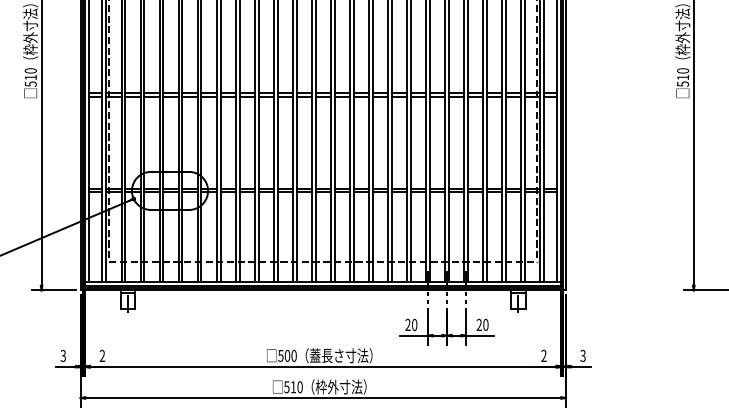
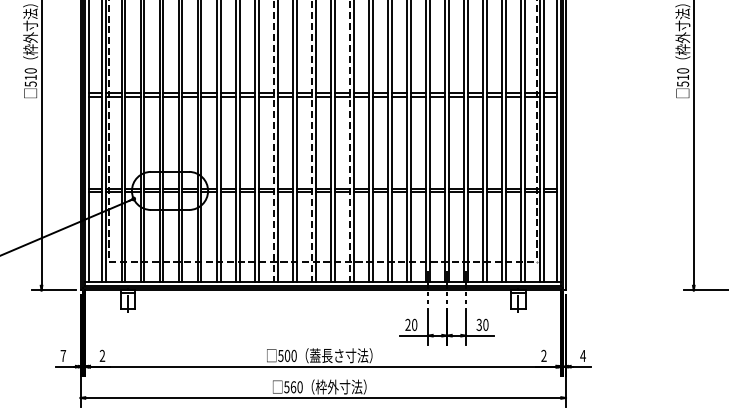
line at (273, 141): solid -> dashed
line at (311, 141): solid -> dashed
line at (349, 141): solid -> dashed
text at (478, 324): 20 -> 30
text at (63, 355): 3 -> 7
text at (582, 355): 3 -> 4
text at (293, 387): 510 -> 560
